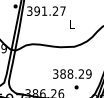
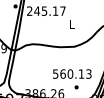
text at (42, 10): 391.27 -> 245.17
text at (72, 73): 388.29 -> 560.13
